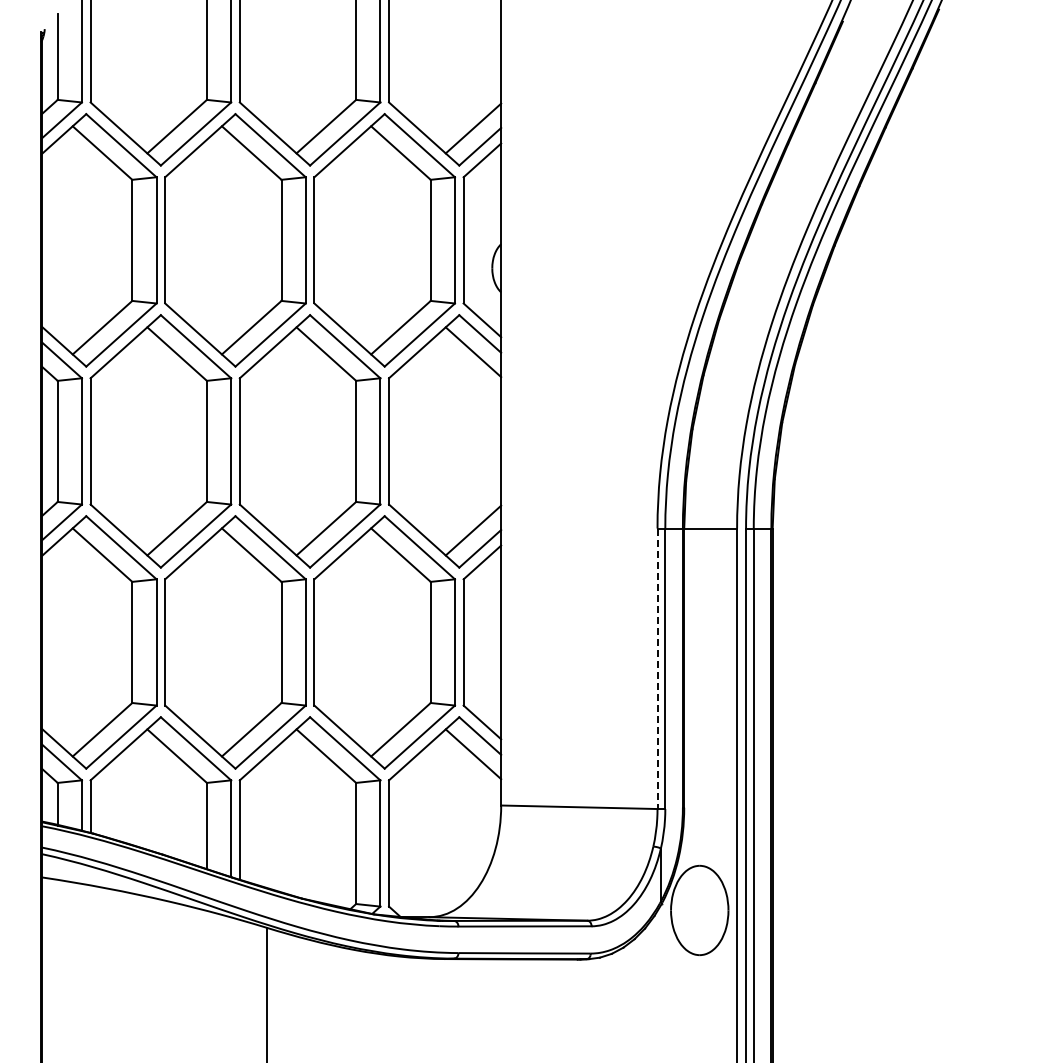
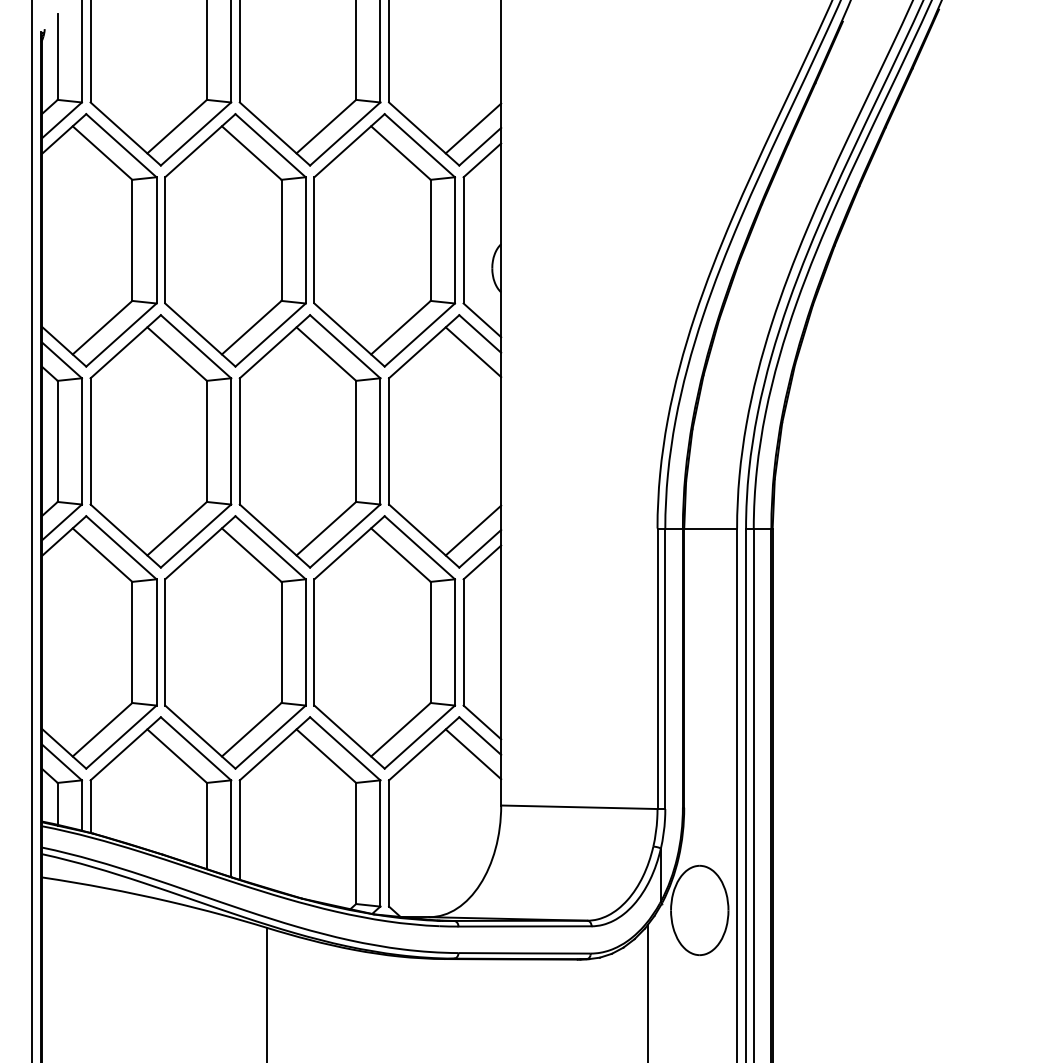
line at (31, 530): none -> present
line at (657, 669): dashed -> solid
line at (648, 991): none -> present
